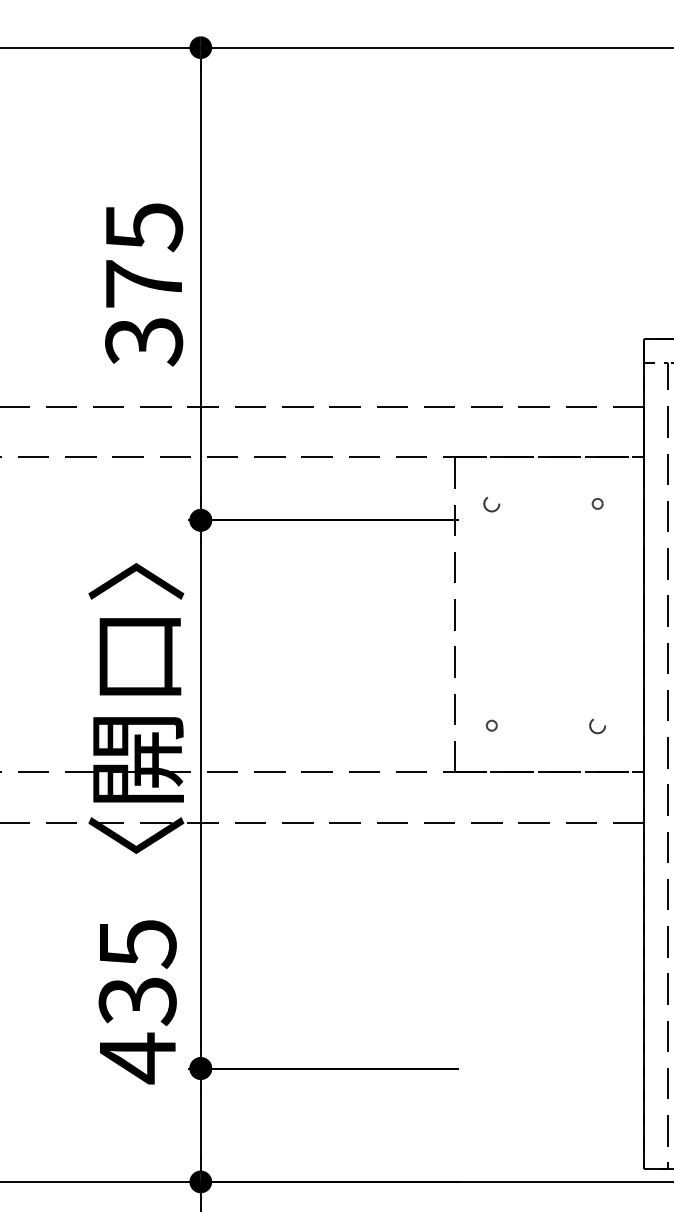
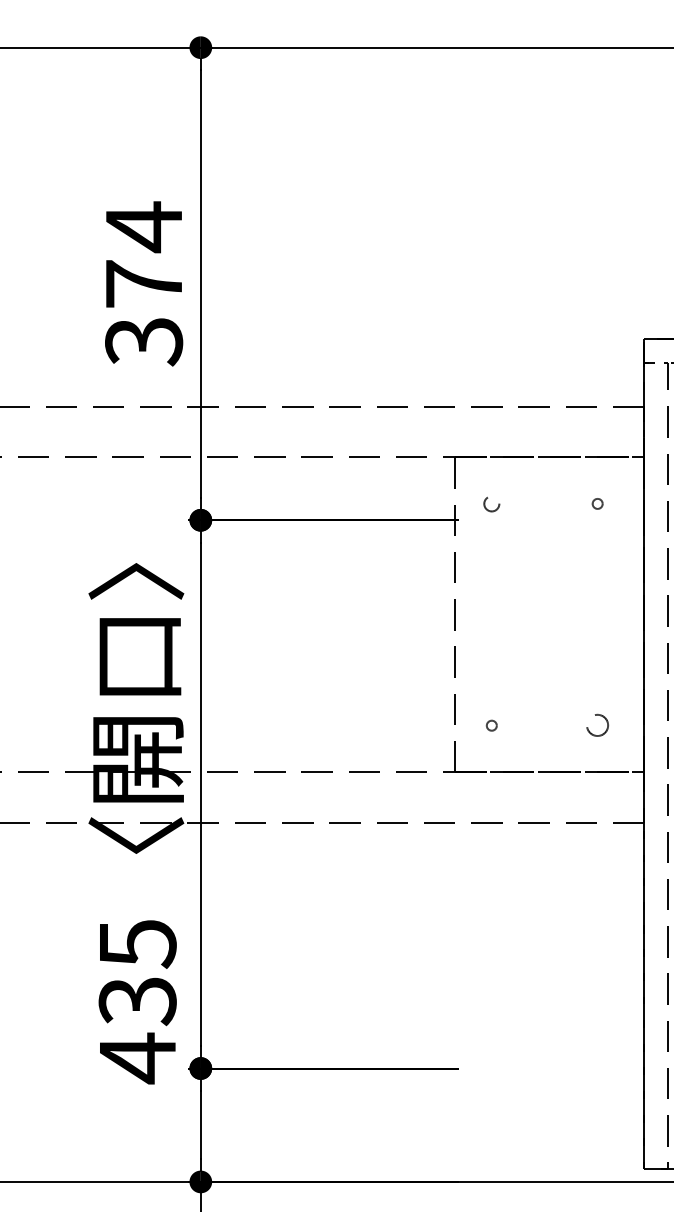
text at (144, 227): 375 -> 374
circle at (597, 726) size: 18x17 px -> 23x24 px
